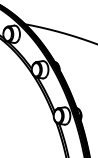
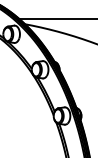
line at (56, 19): none -> present
